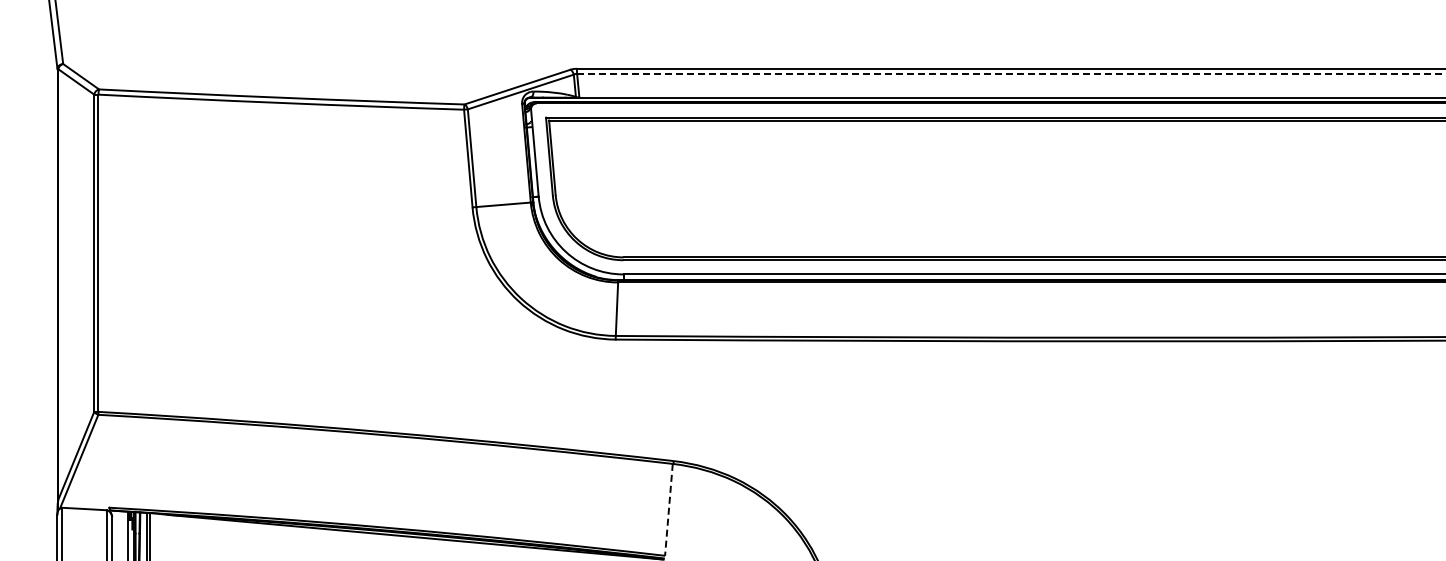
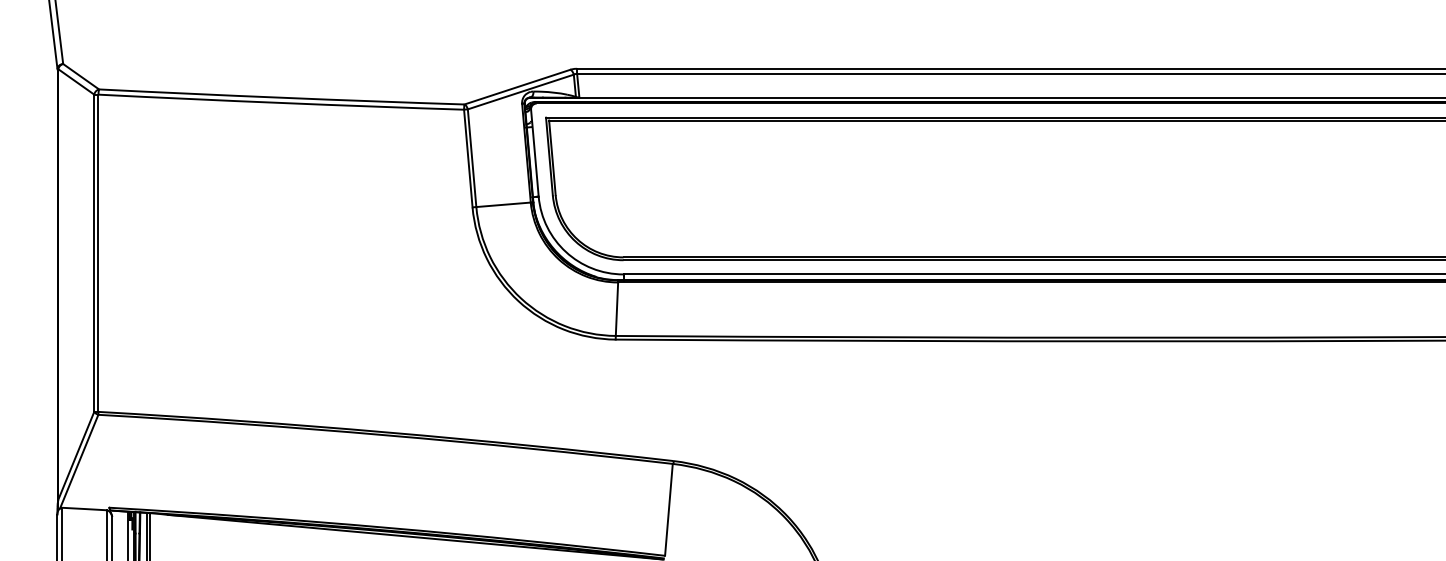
line at (1012, 74): dashed -> solid
line at (668, 510): dashed -> solid
